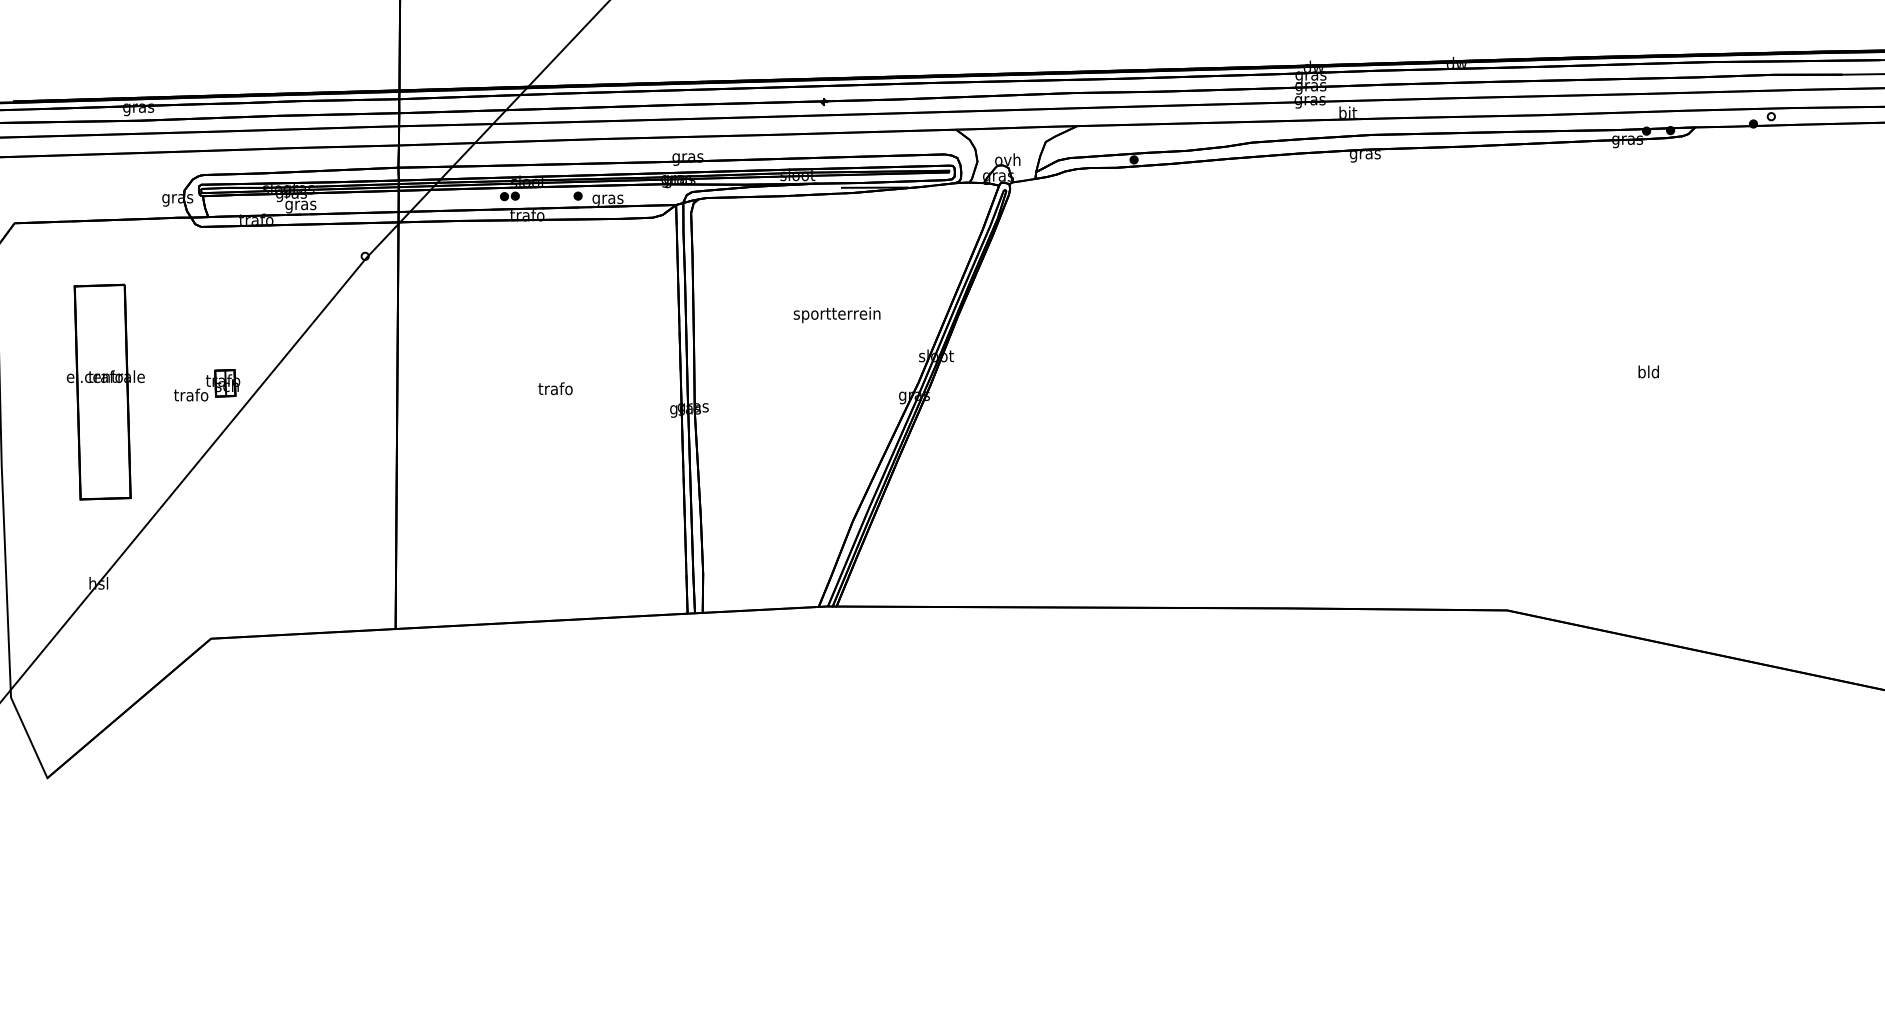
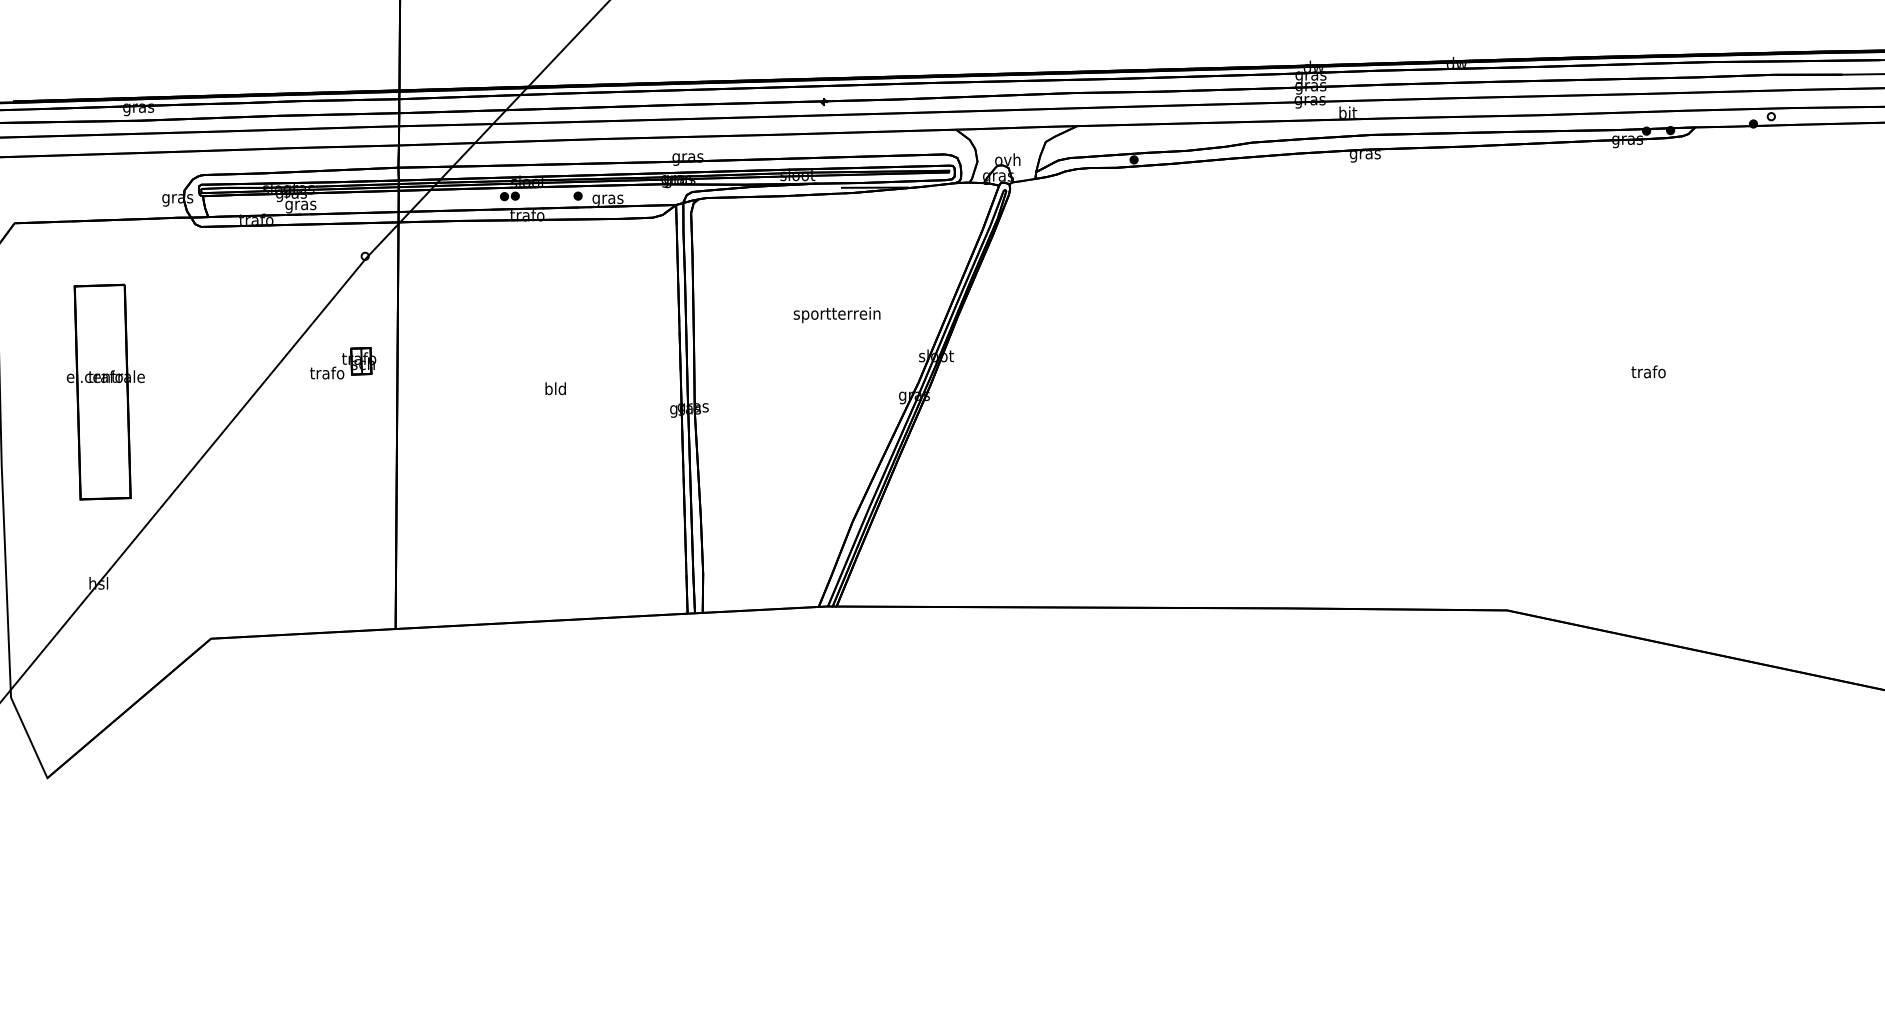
text at (1648, 371): bld -> trafo
part at (207, 385) position: (207, 385) -> (343, 363)
text at (555, 388): trafo -> bld
